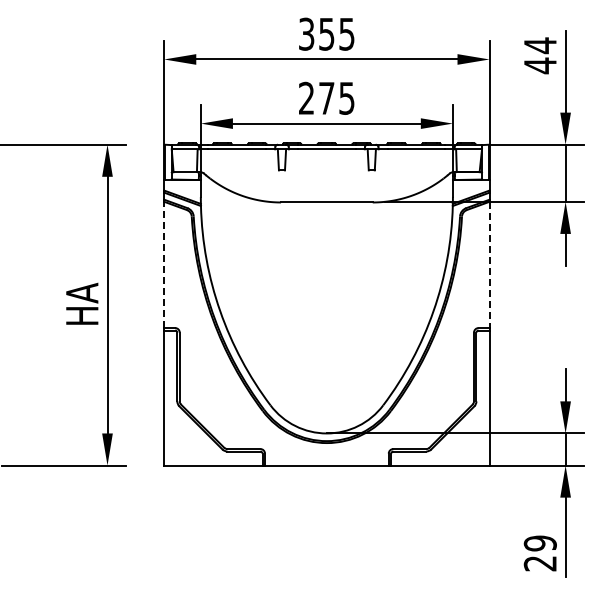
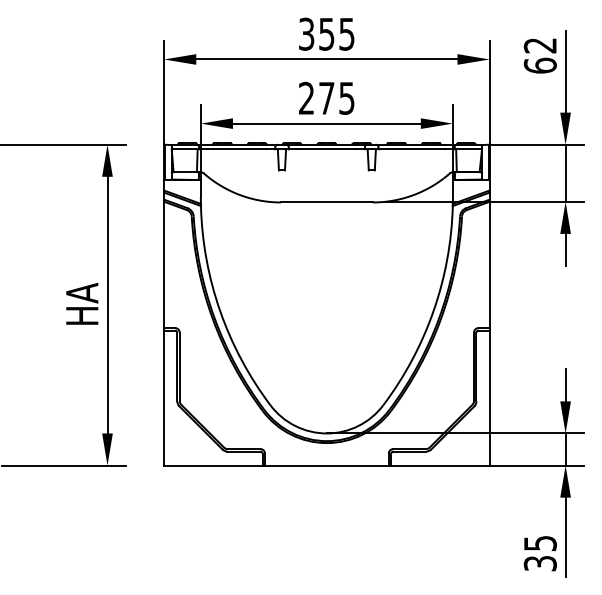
text at (539, 55): 44 -> 62
line at (164, 264): dashed -> solid
line at (489, 265): dashed -> solid
text at (539, 553): 29 -> 35
